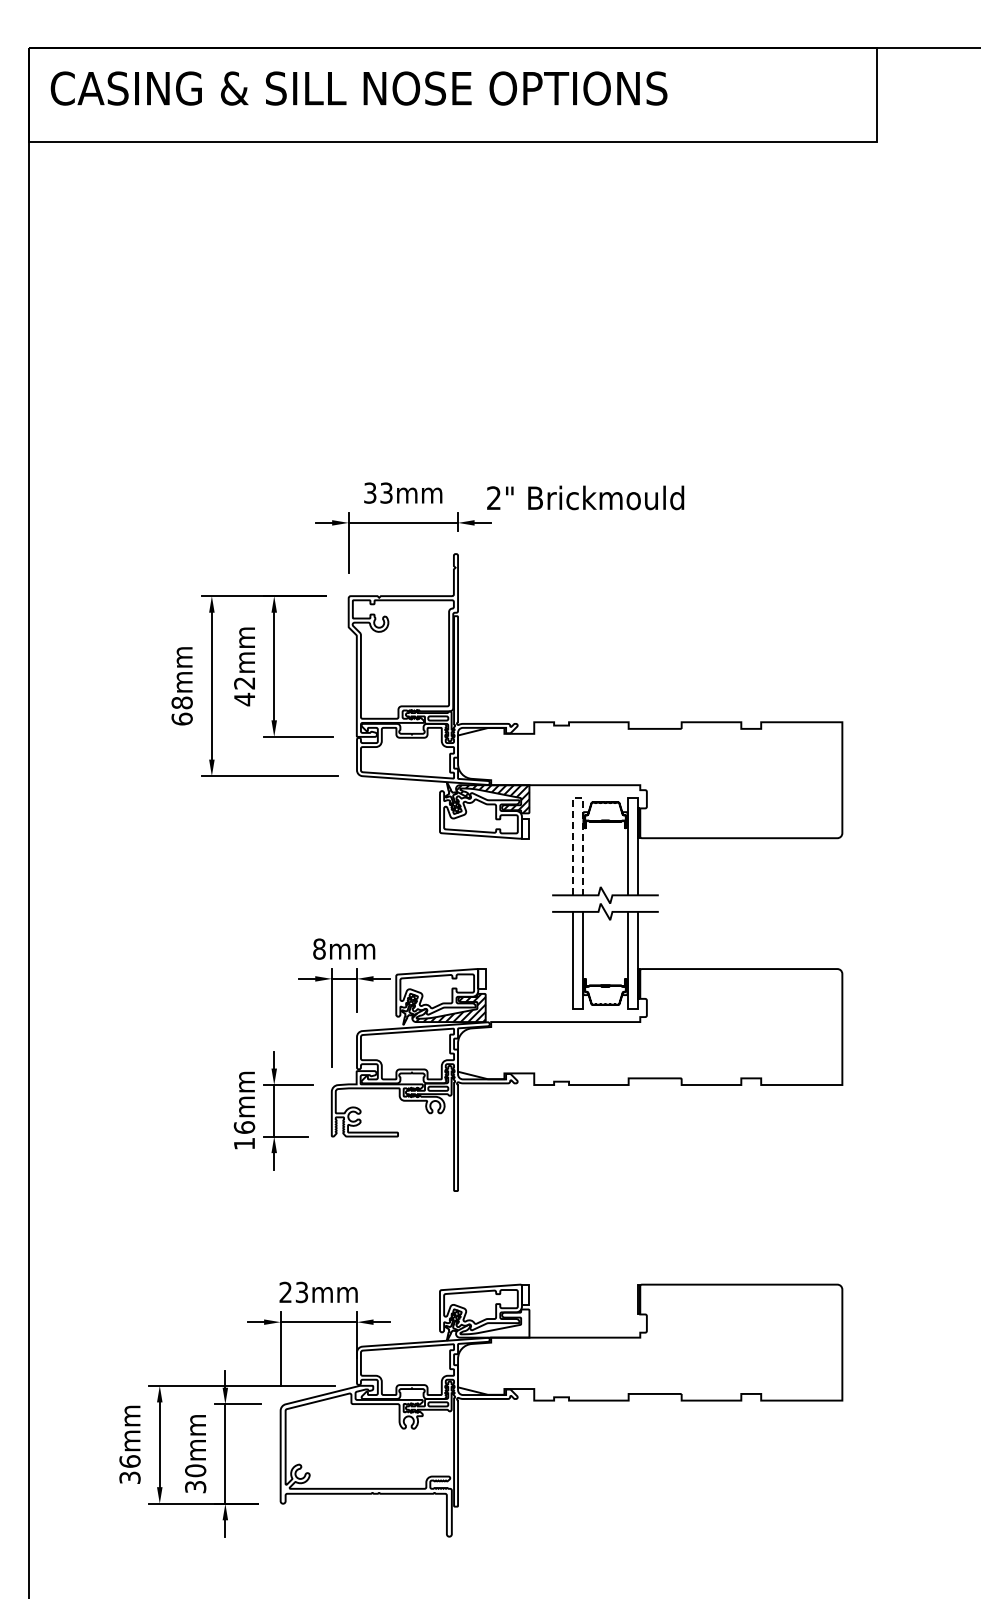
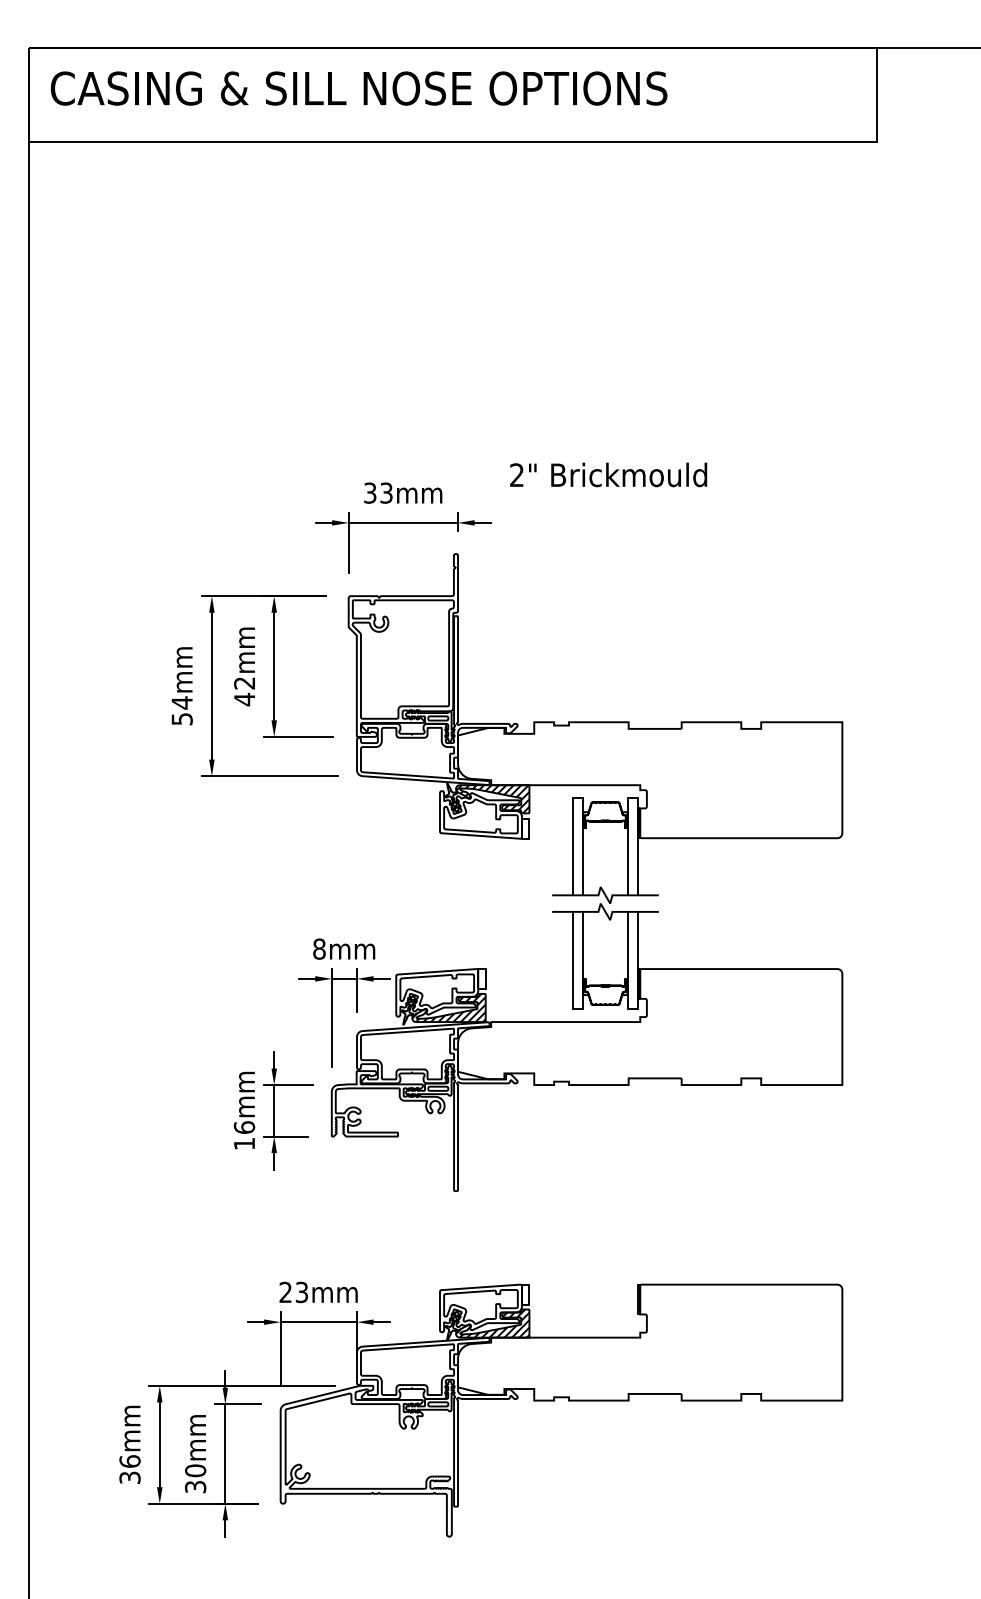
text at (585, 497) position: (585, 497) -> (608, 474)
text at (181, 710): 68mm -> 54mm
line at (578, 798): dashed -> solid
hatch at (492, 1323): none -> present
